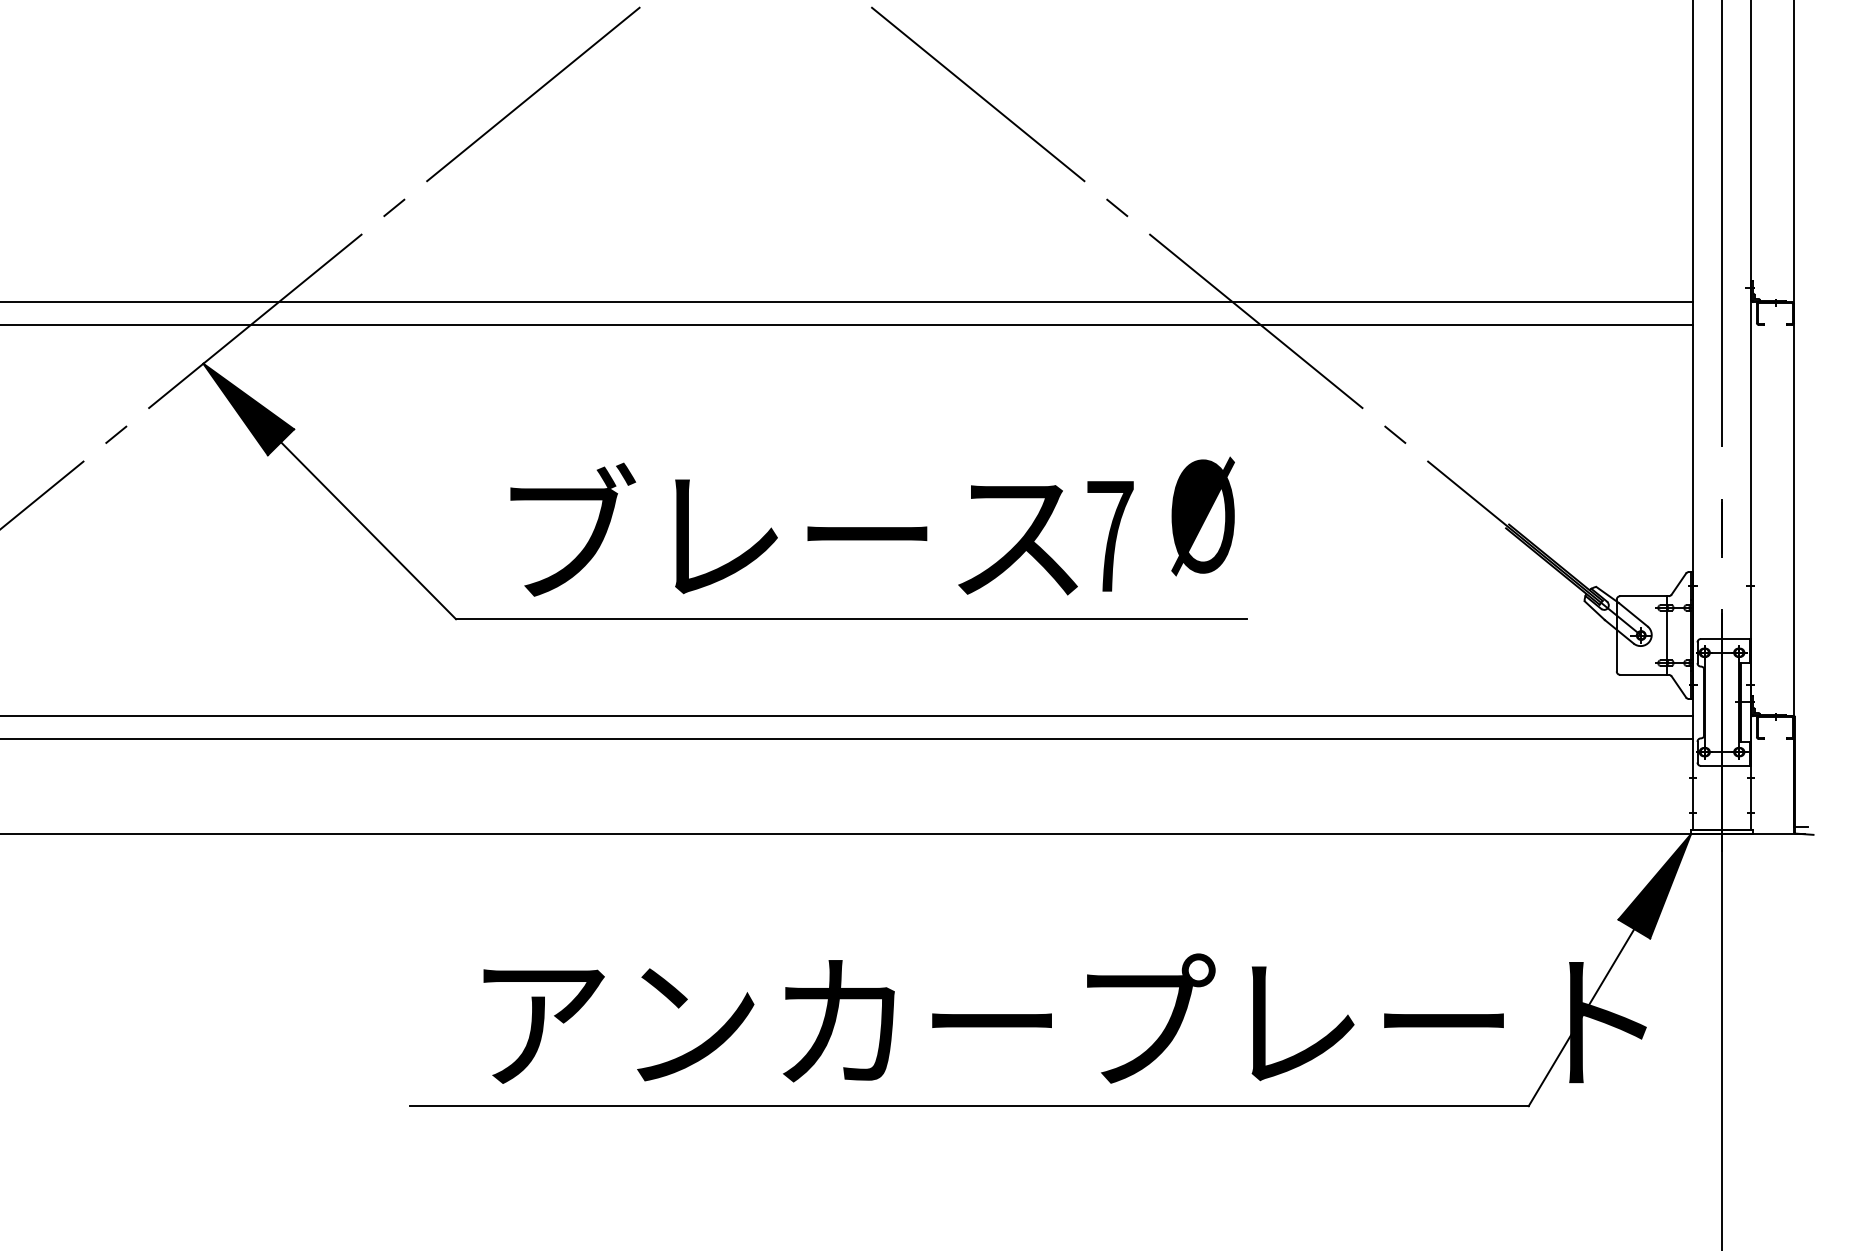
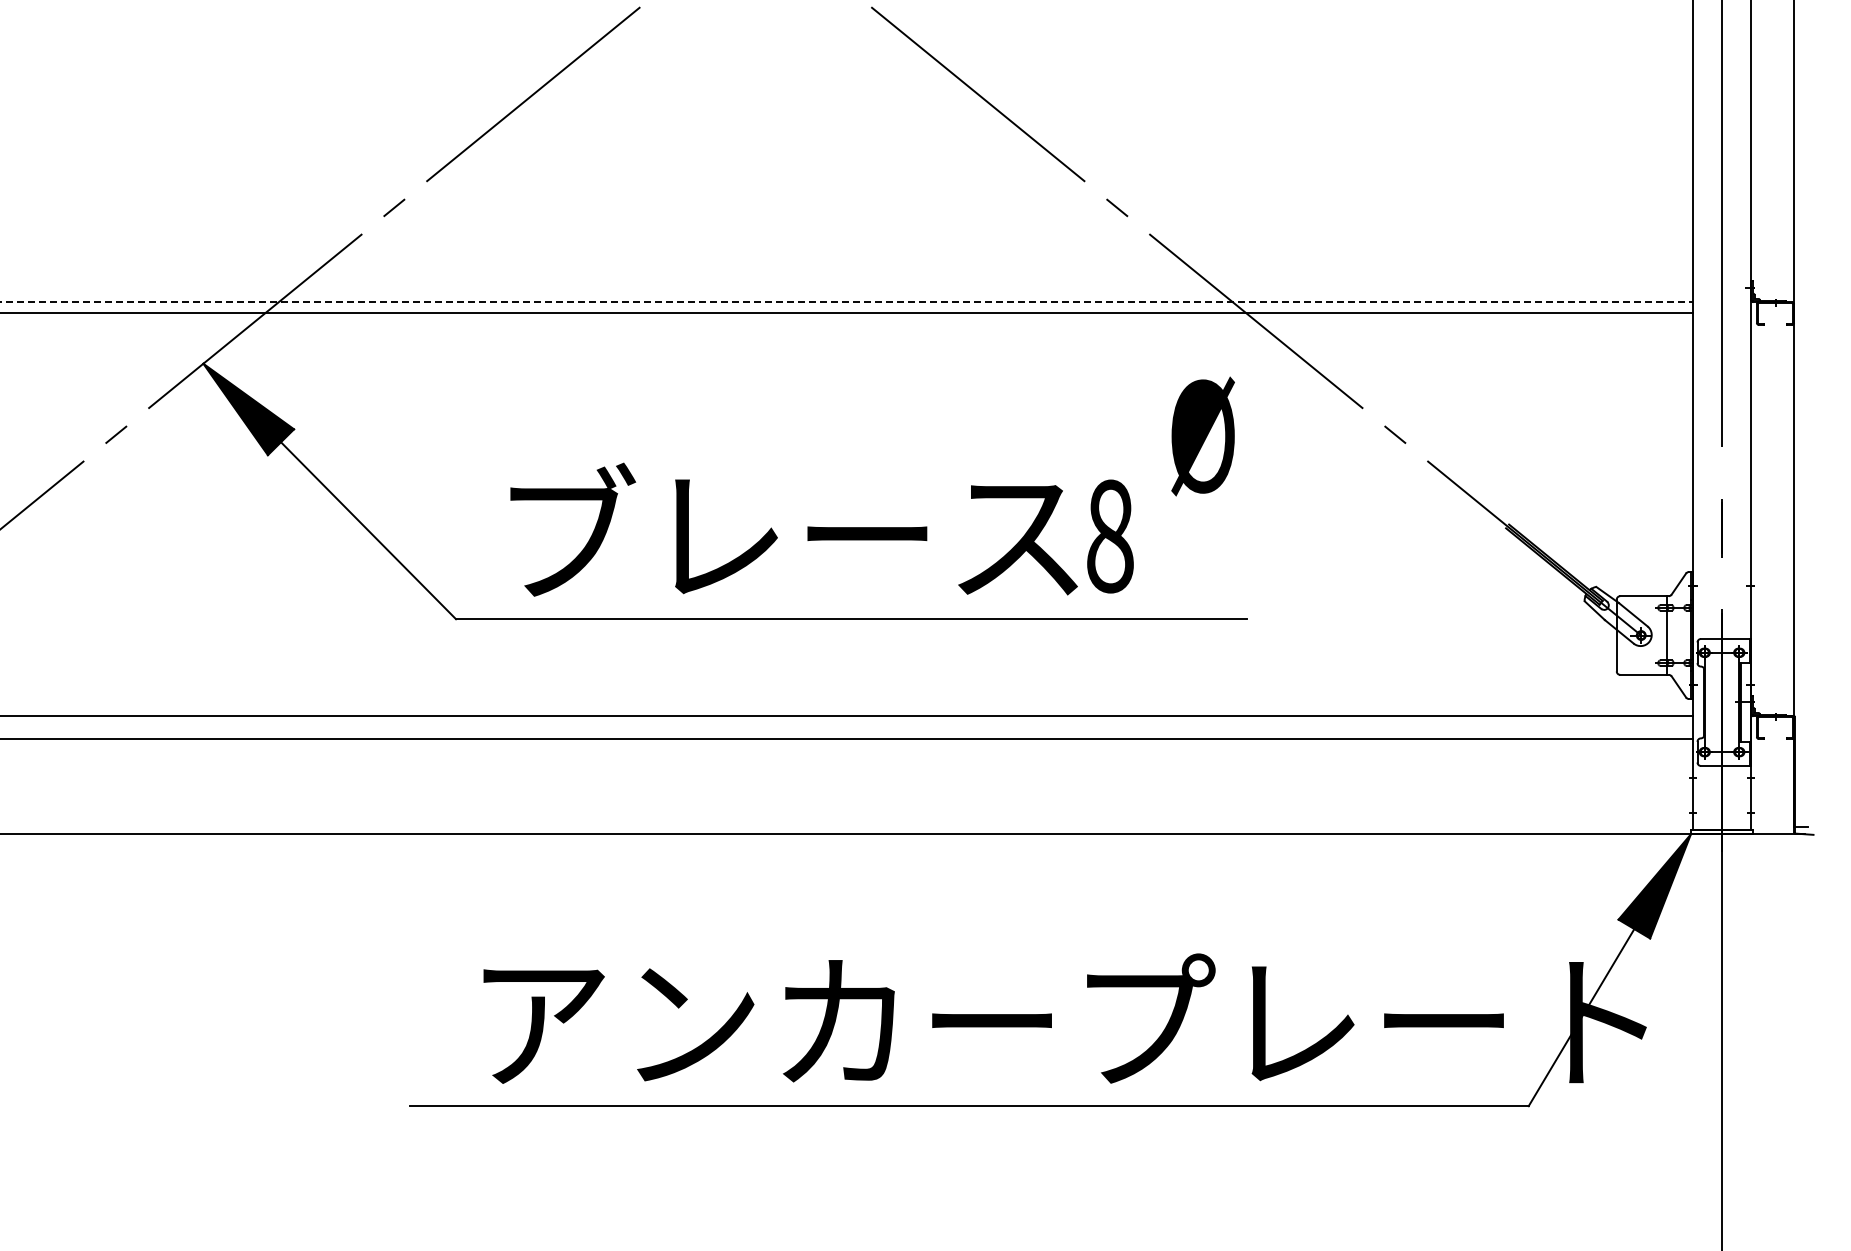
line at (846, 302): solid -> dashed
line at (847, 324) position: (847, 324) -> (847, 312)
text at (1202, 516) position: (1202, 516) -> (1202, 436)
text at (1110, 536): 7 -> 8
